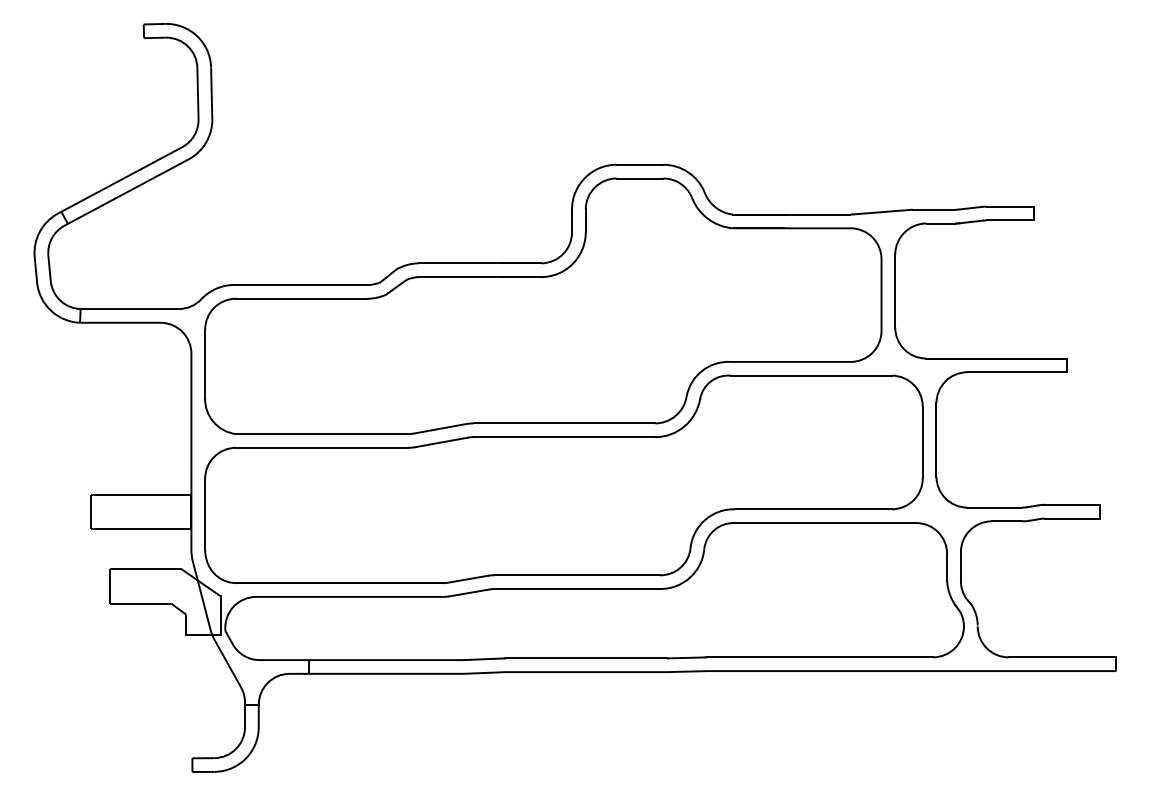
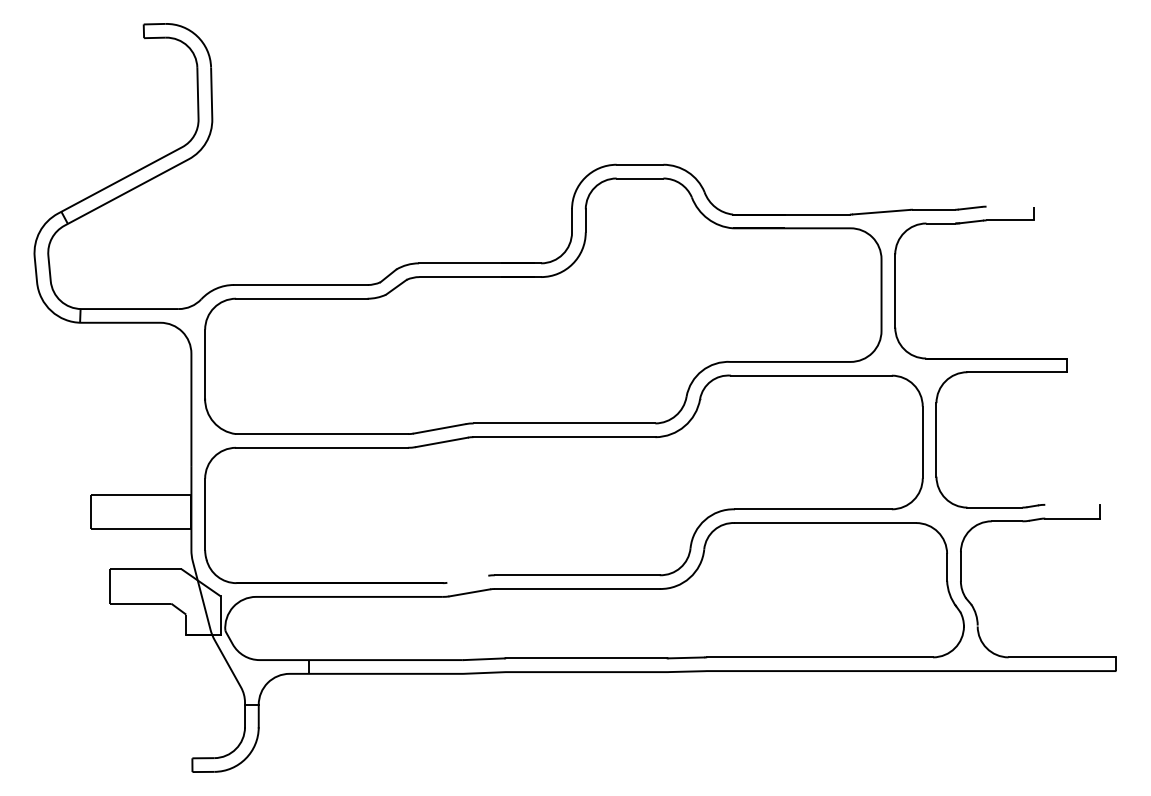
line at (1010, 206): present -> none
line at (1072, 504): present -> none
line at (467, 578): present -> none
